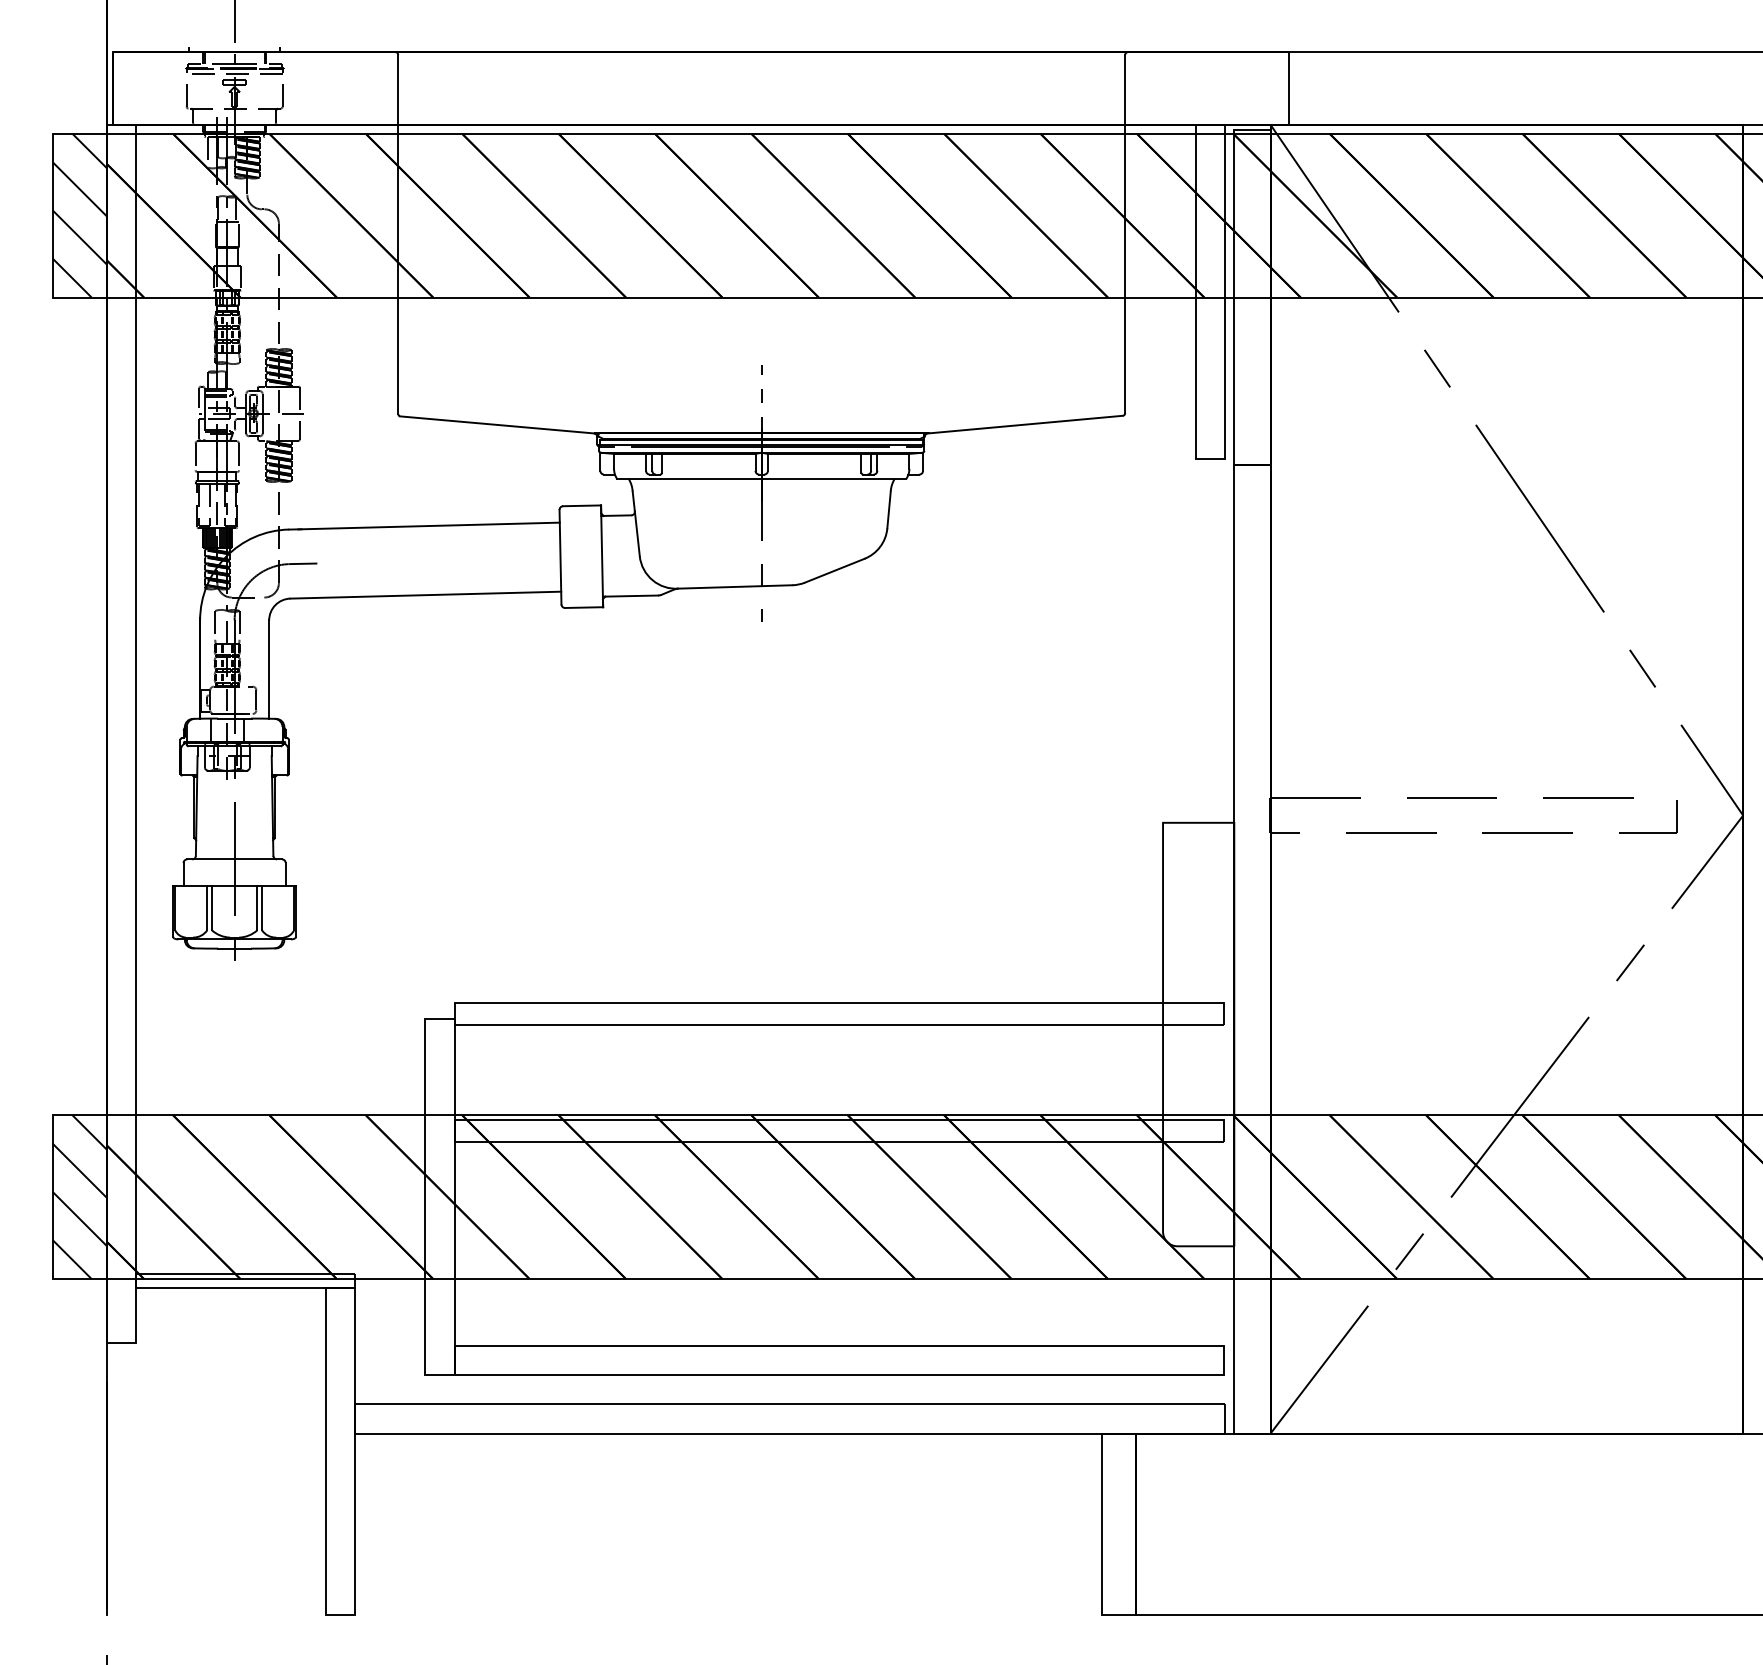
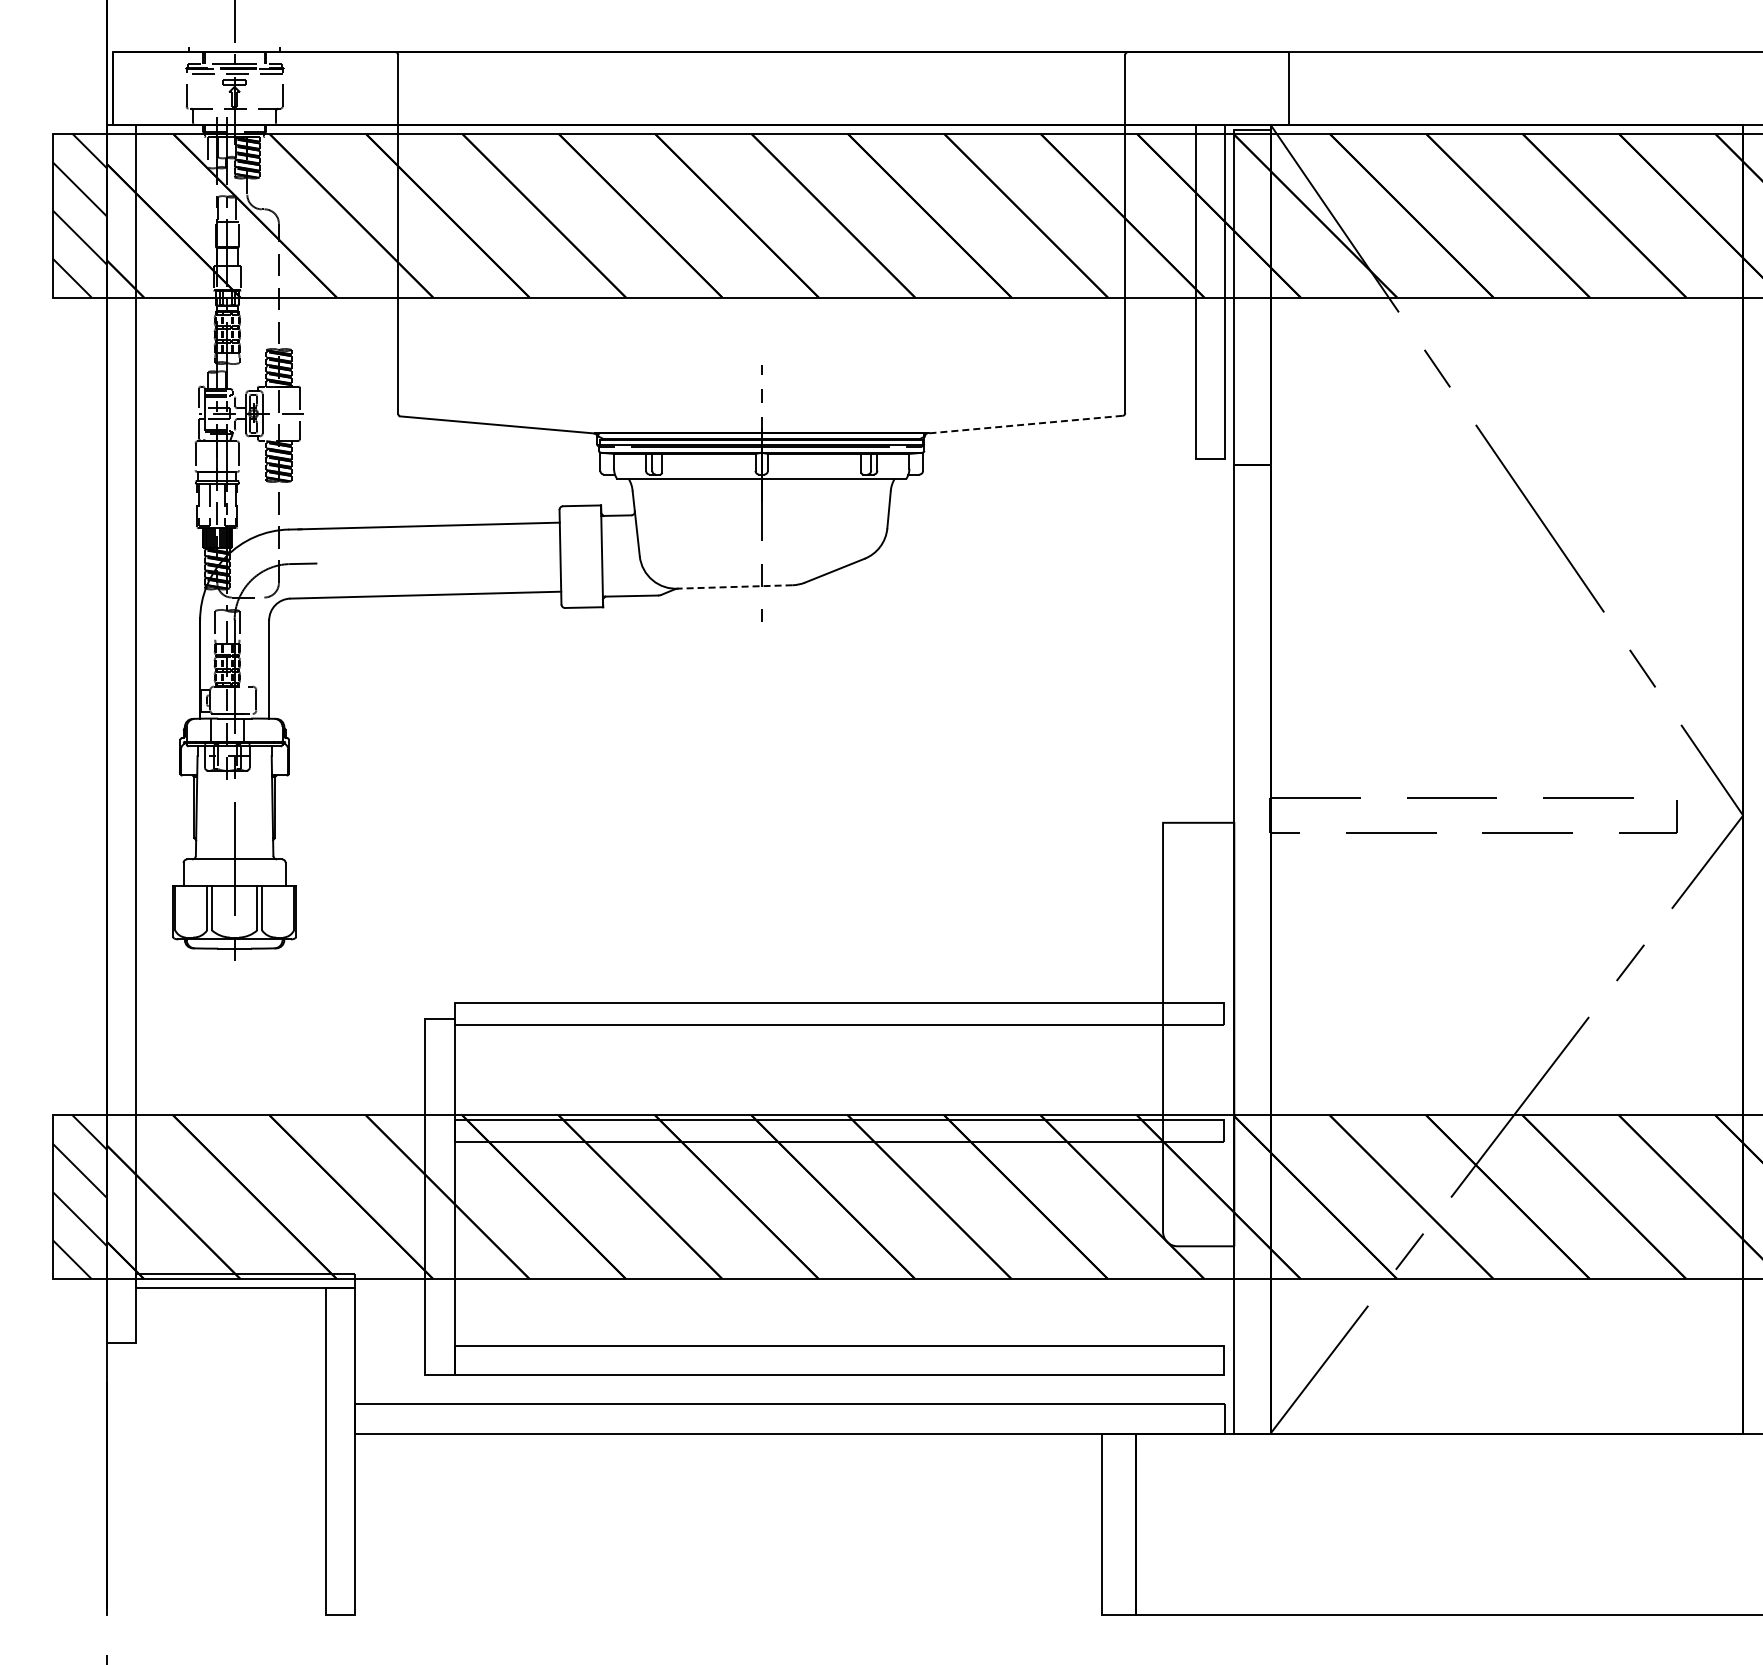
line at (1024, 424): solid -> dashed
line at (734, 586): solid -> dashed
